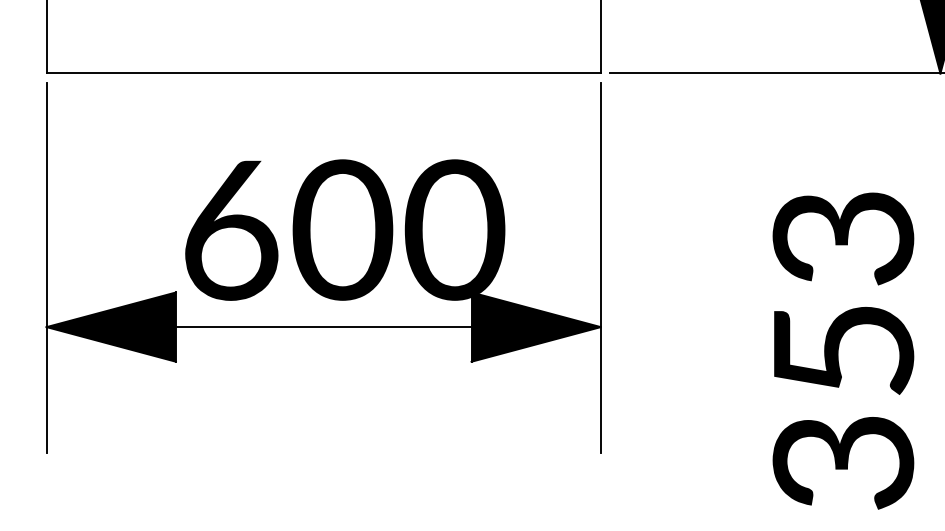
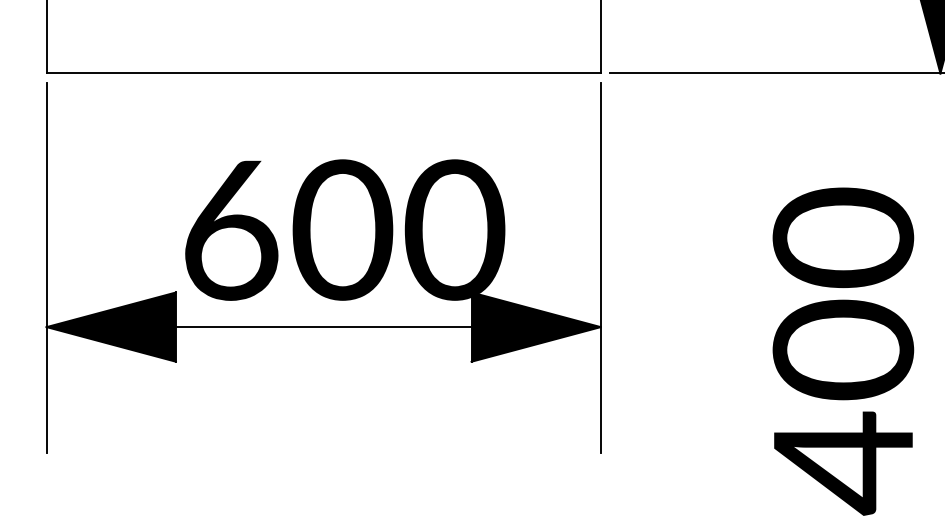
text at (843, 351): 353 -> 400
